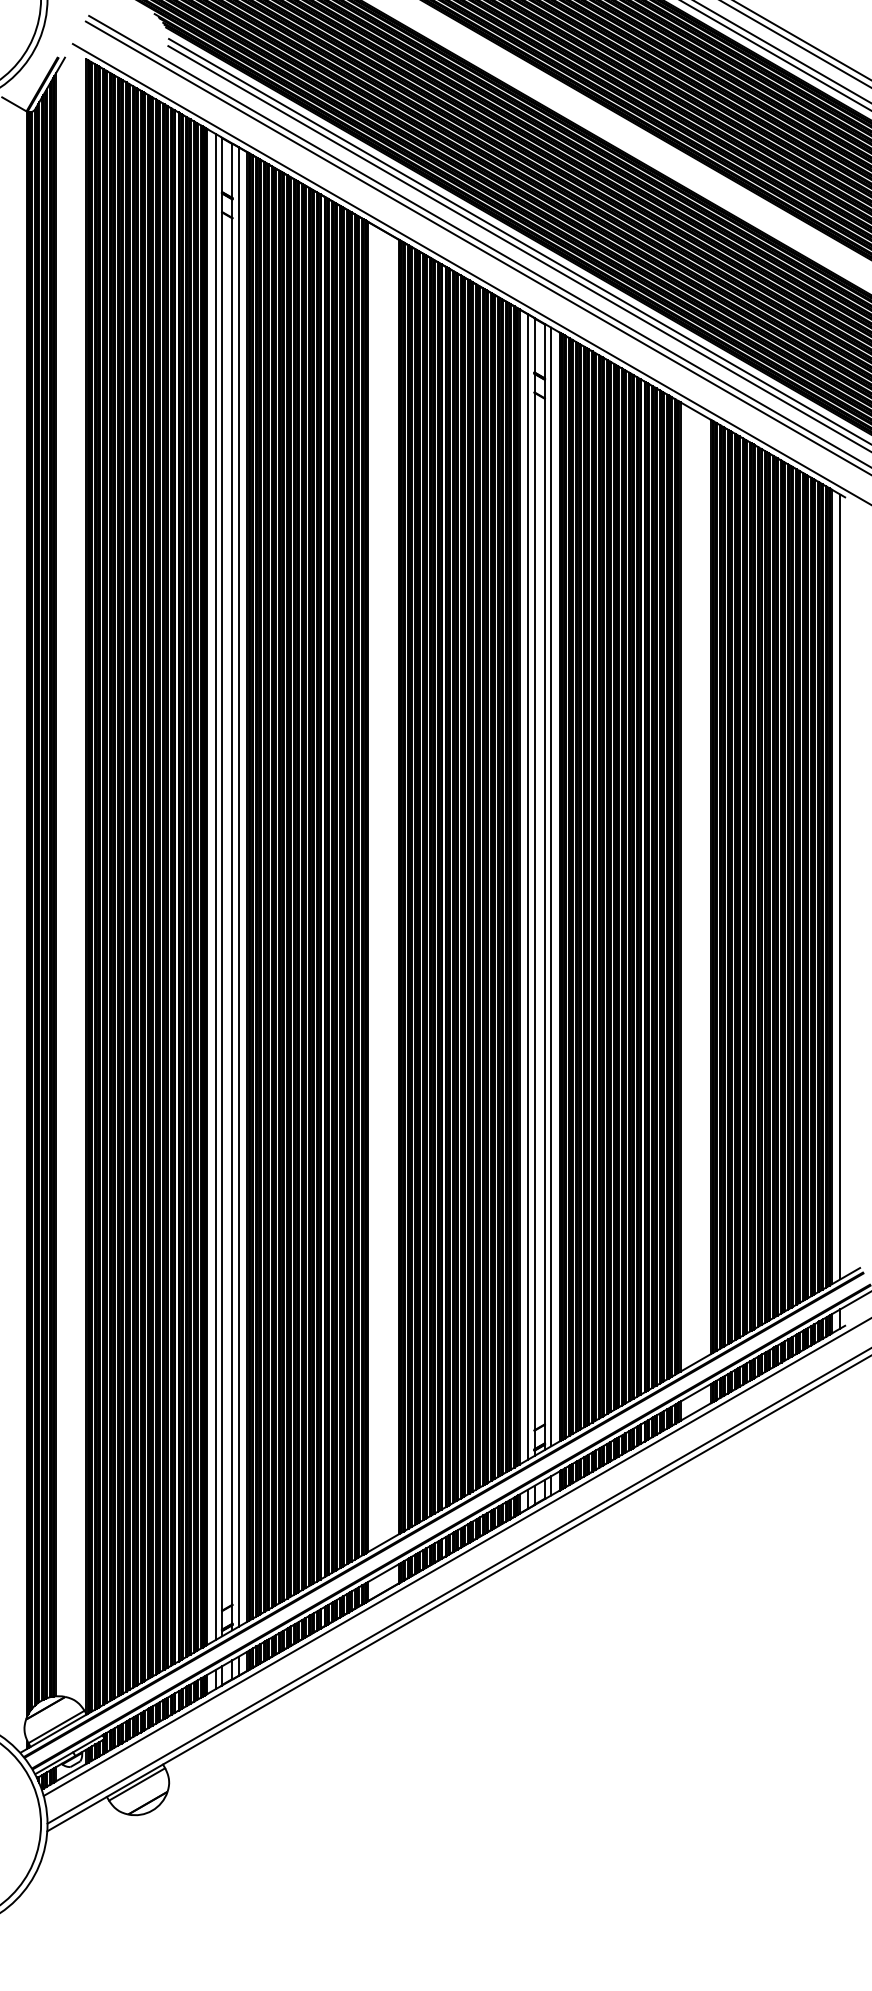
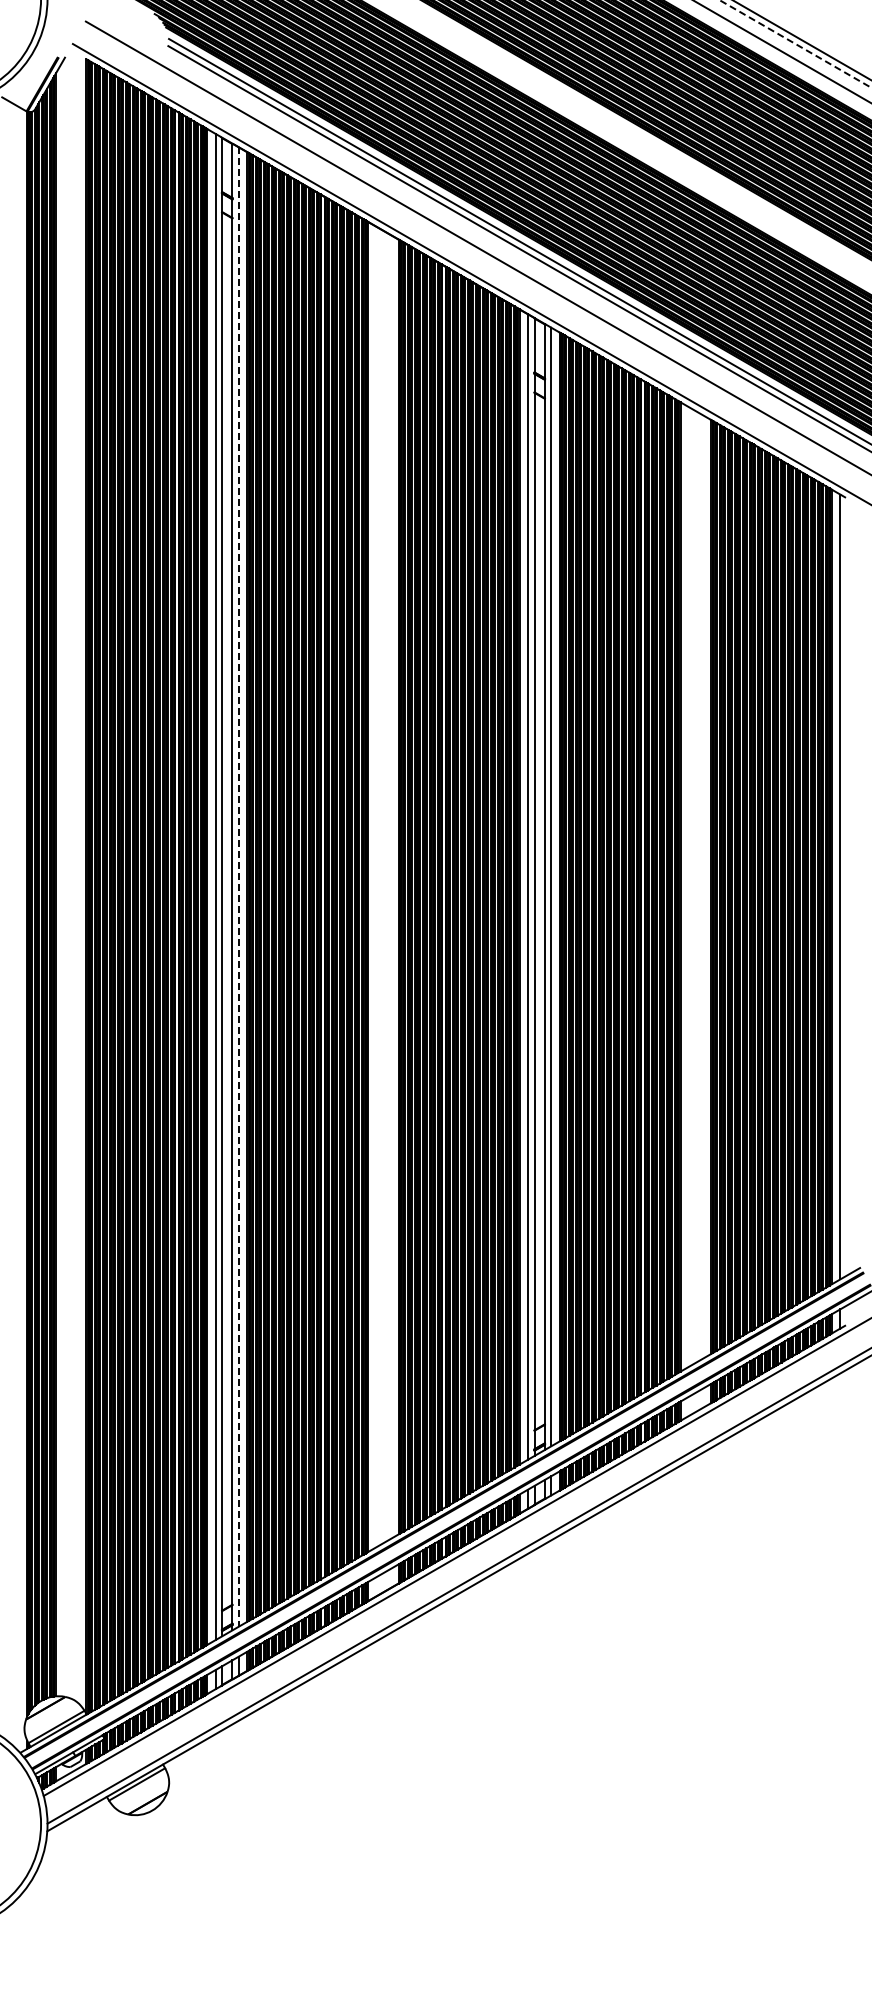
line at (796, 44): solid -> dashed
line at (775, 55): present -> none
line at (478, 240): present -> none
line at (238, 887): solid -> dashed
